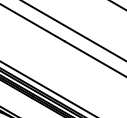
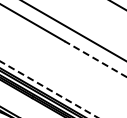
line at (95, 58): solid -> dashed
line at (49, 89): solid -> dashed
